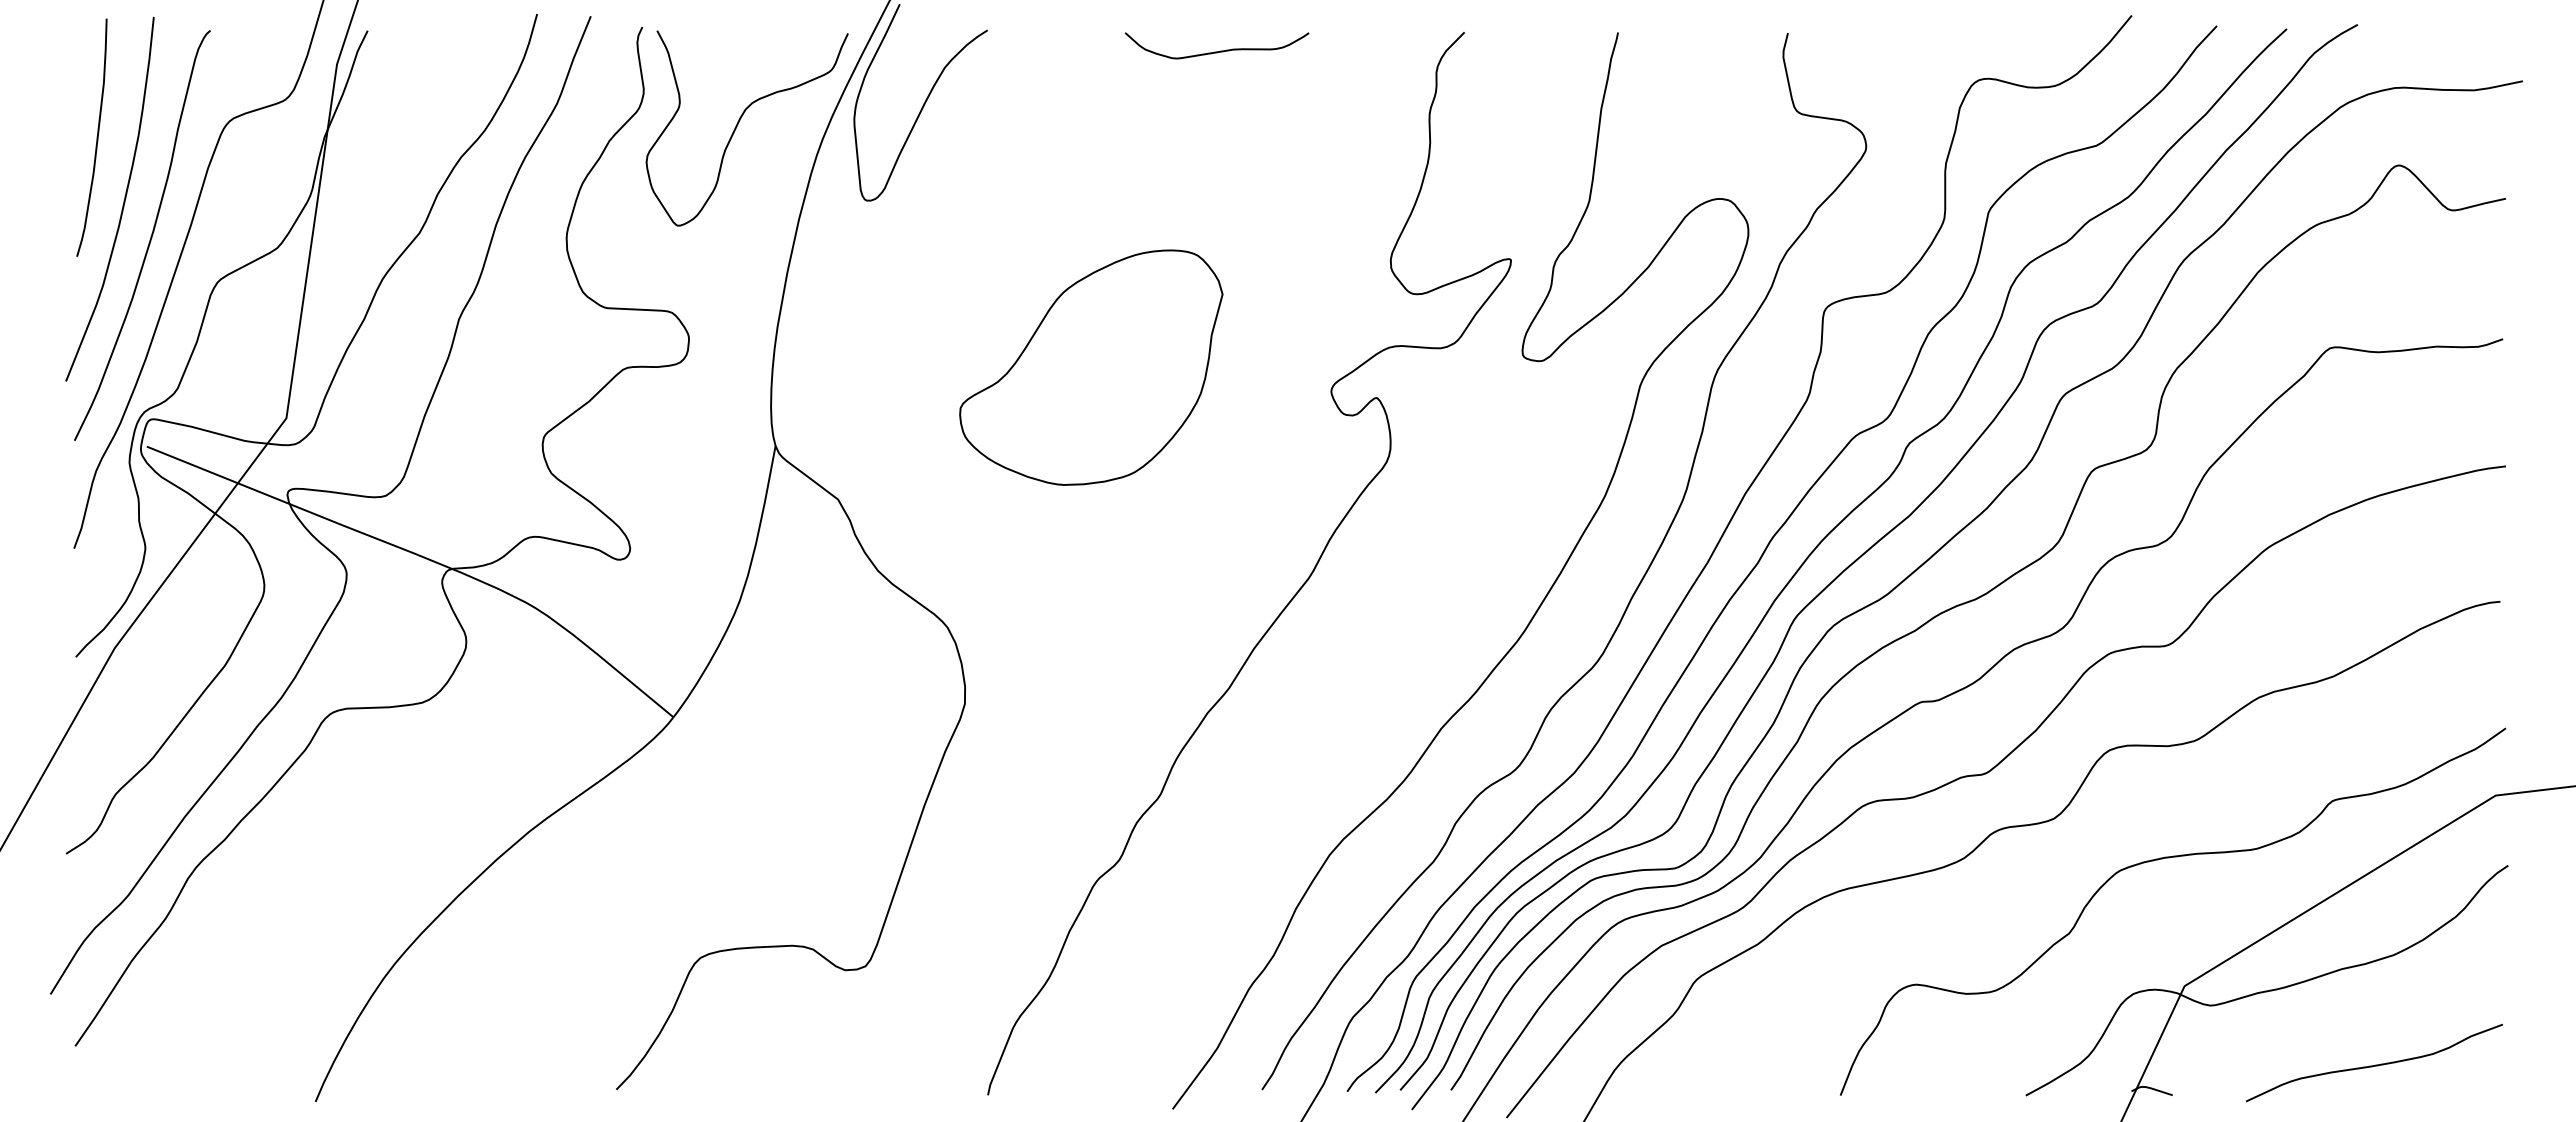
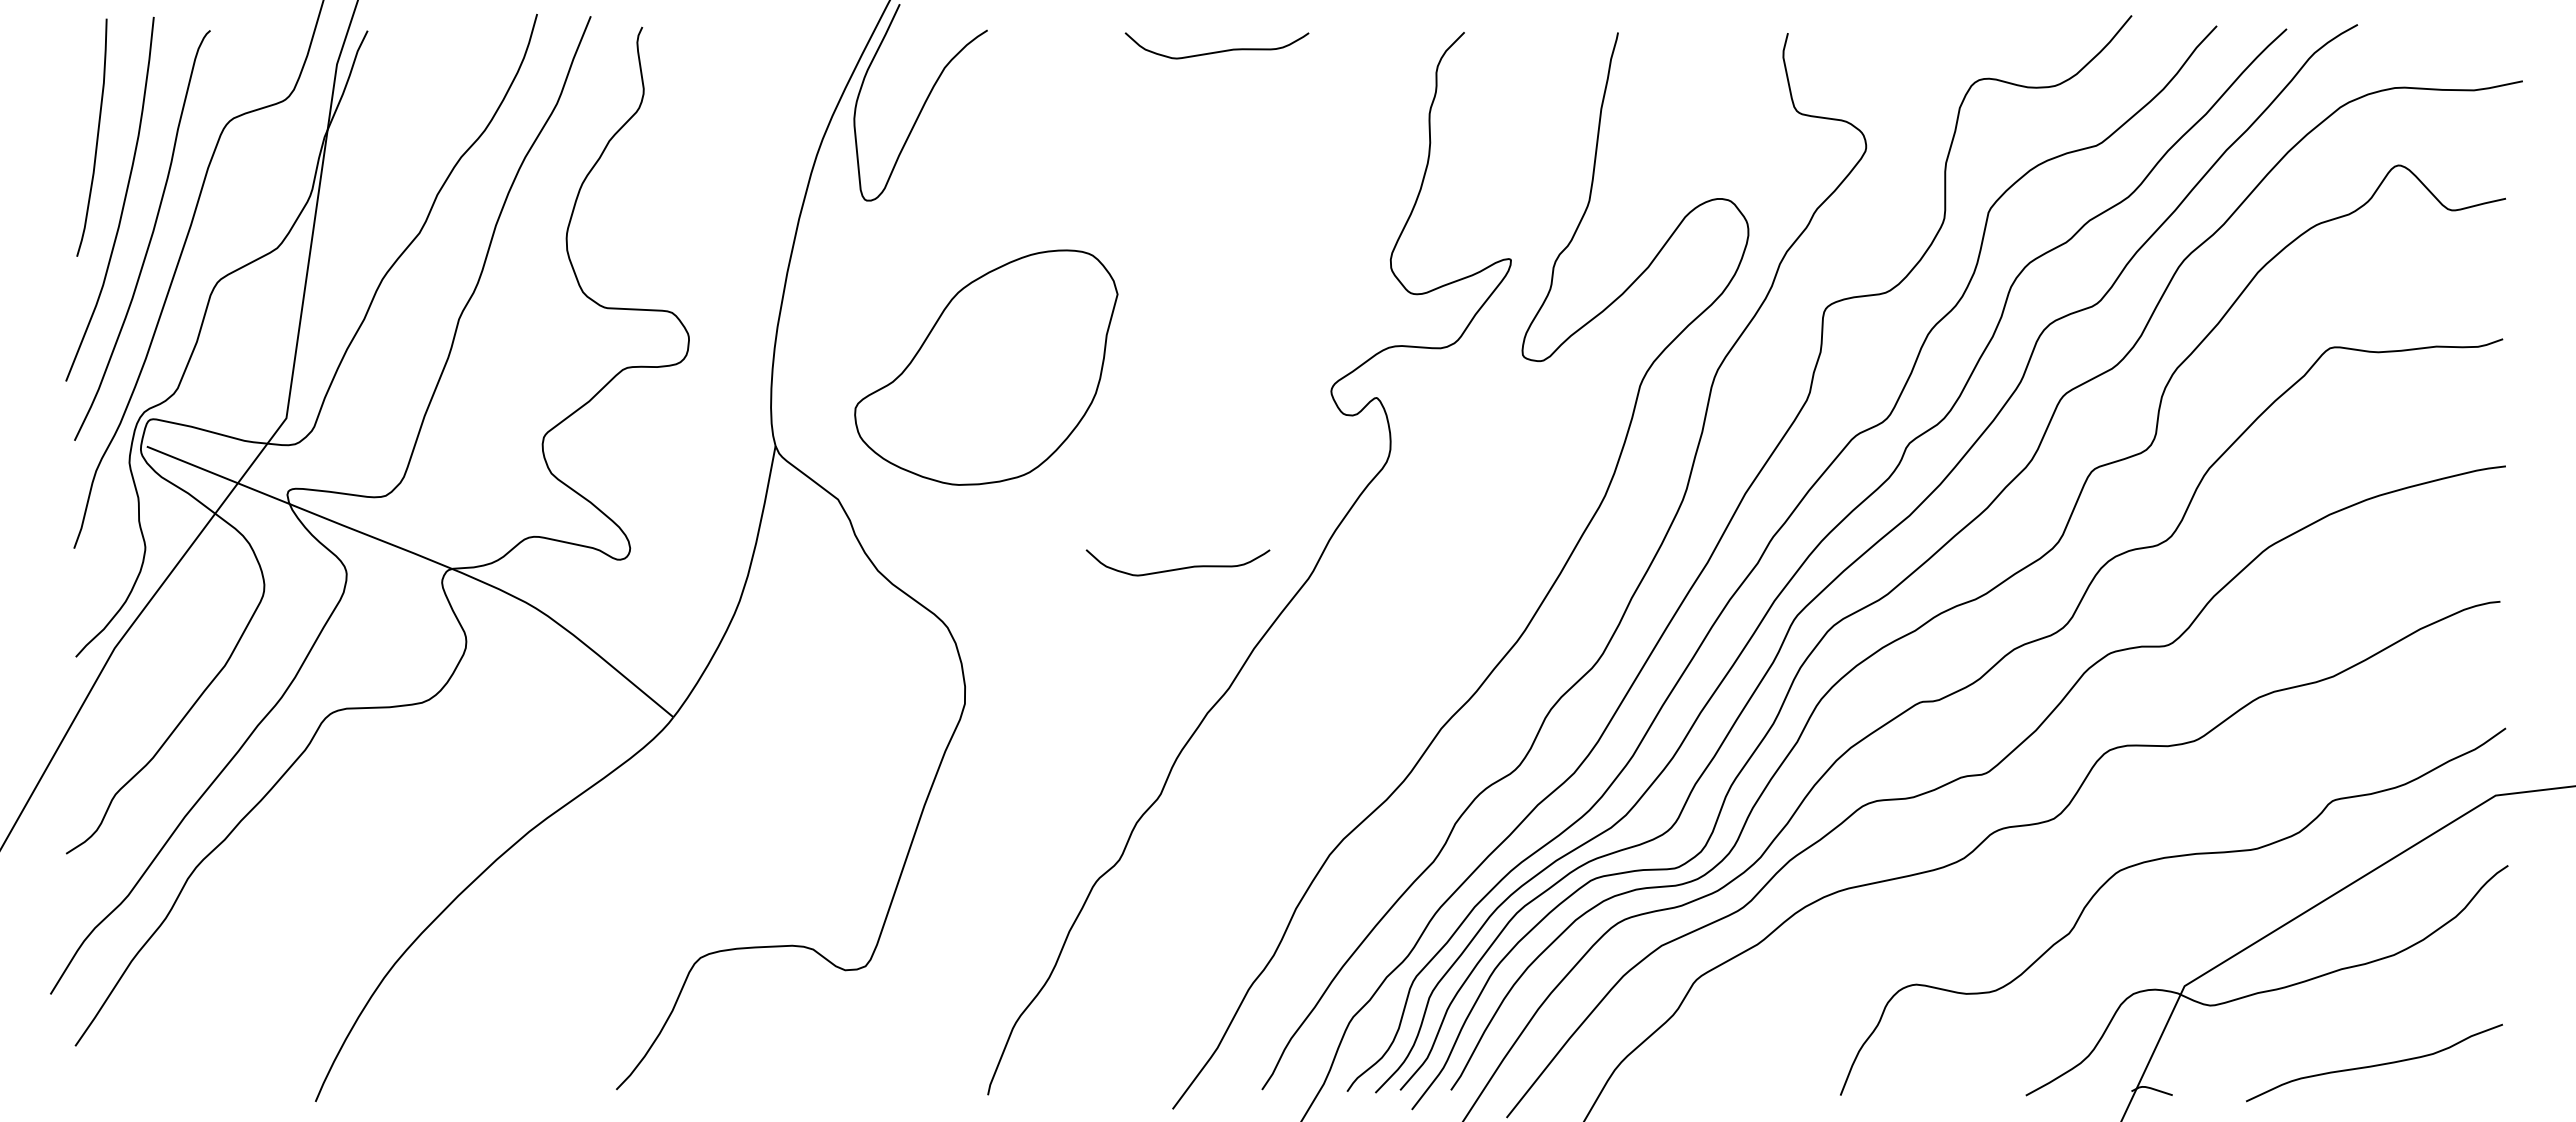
curve at (738, 124): present -> none
part at (1091, 367) position: (1091, 367) -> (986, 367)
curve at (1177, 568): none -> present
